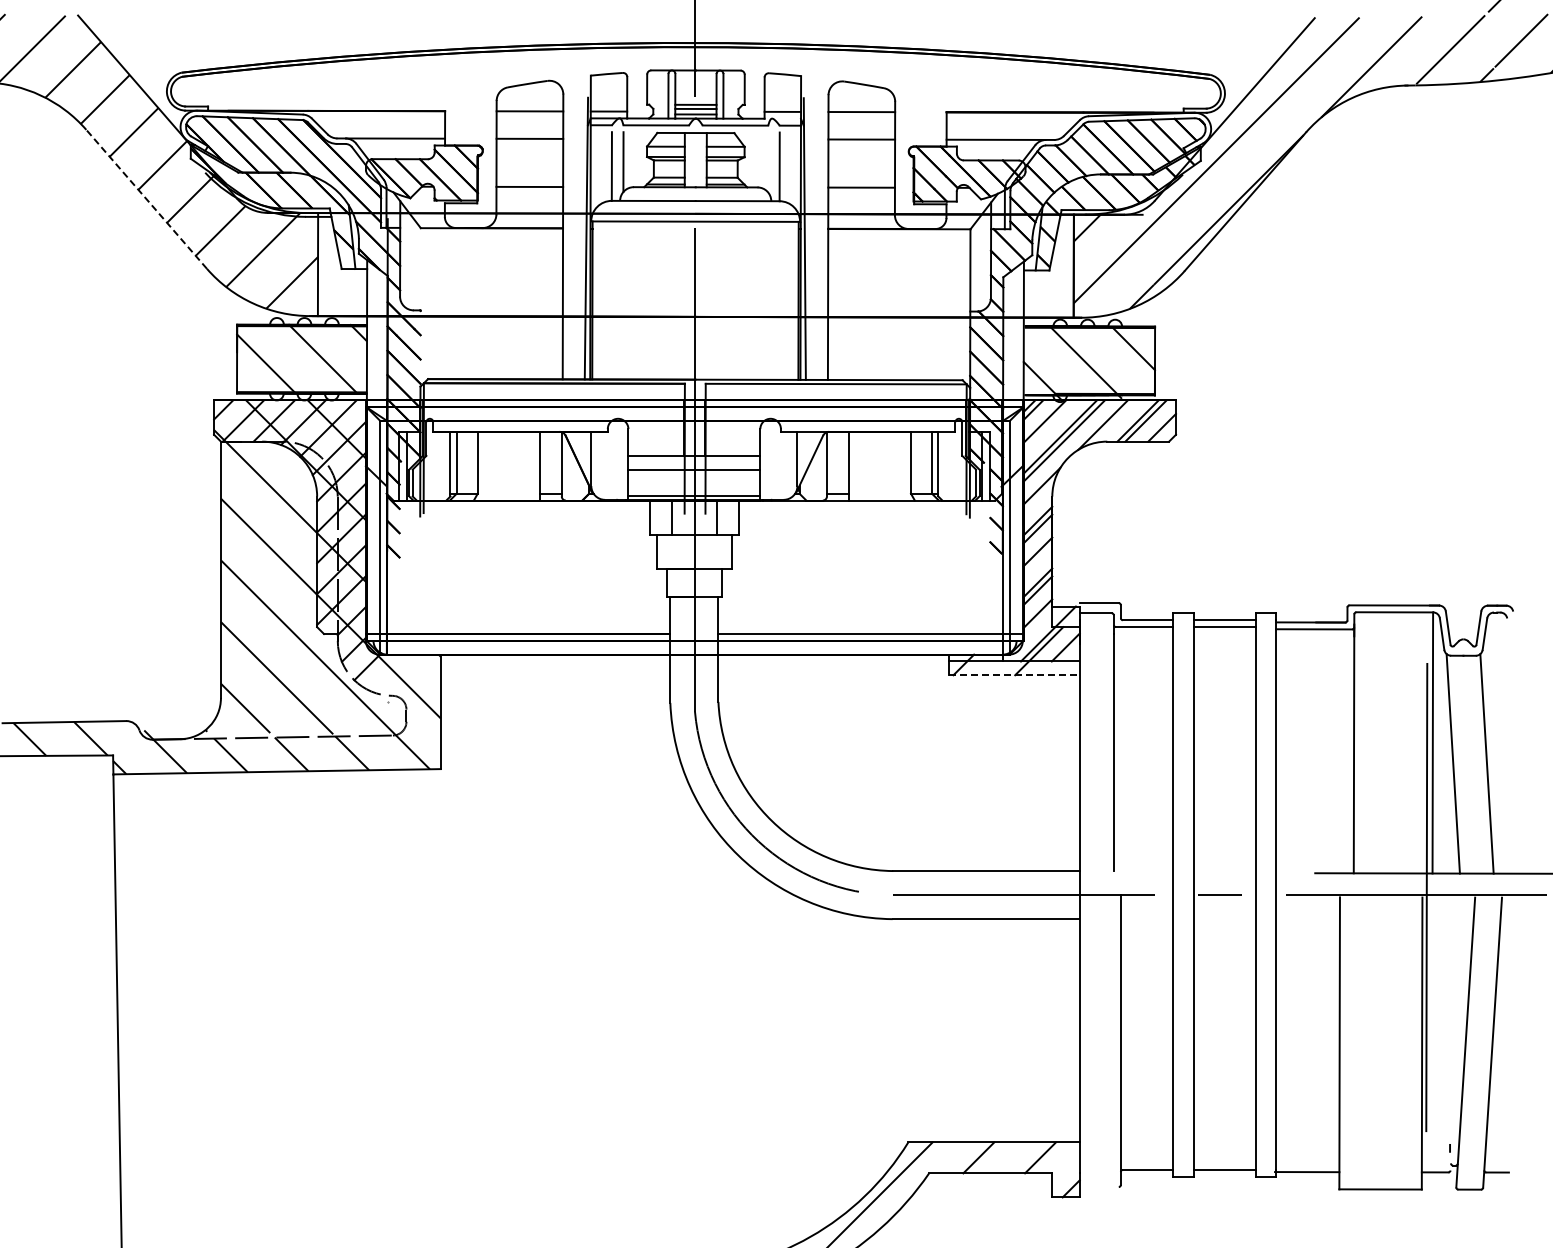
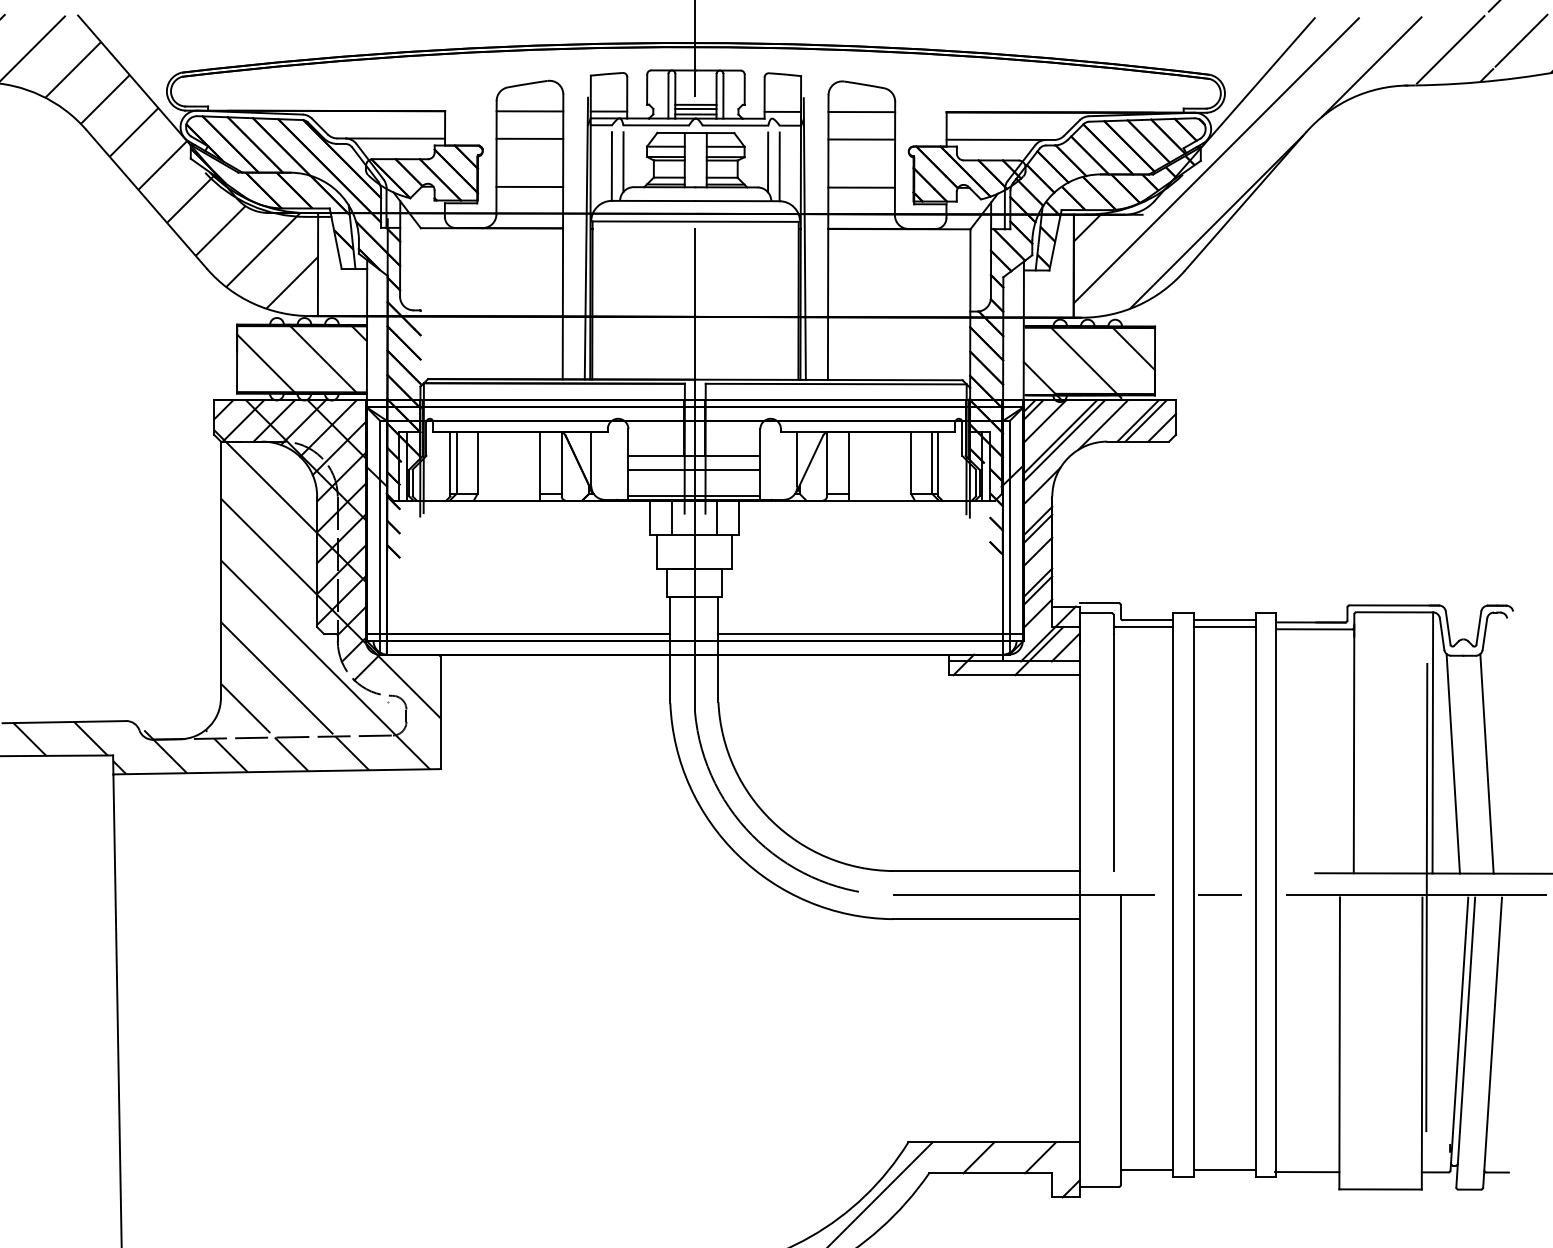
line at (768, 162): none -> present
line at (146, 199): dashed -> solid
line at (1015, 675): dashed -> solid
line at (1459, 1033): none -> present
line at (1098, 1187): none -> present
